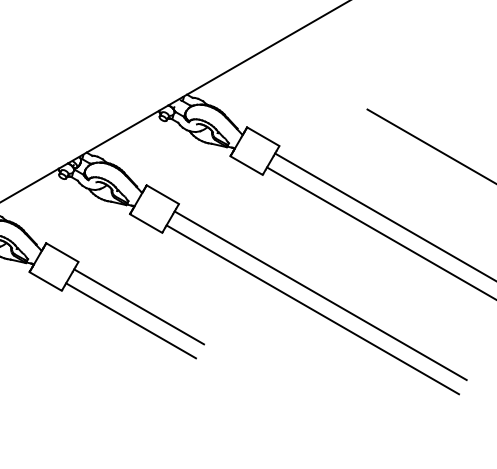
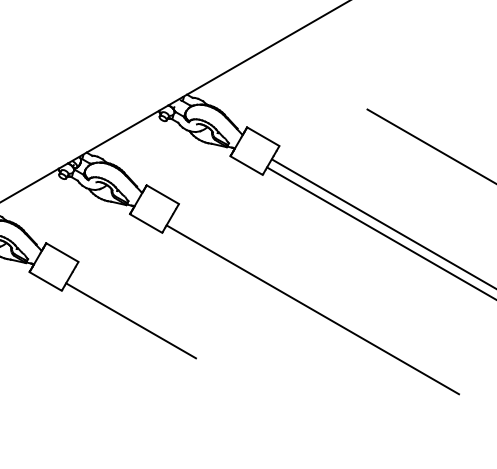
line at (384, 216) position: (384, 216) -> (382, 223)
line at (320, 295): present -> none
line at (139, 306): present -> none
